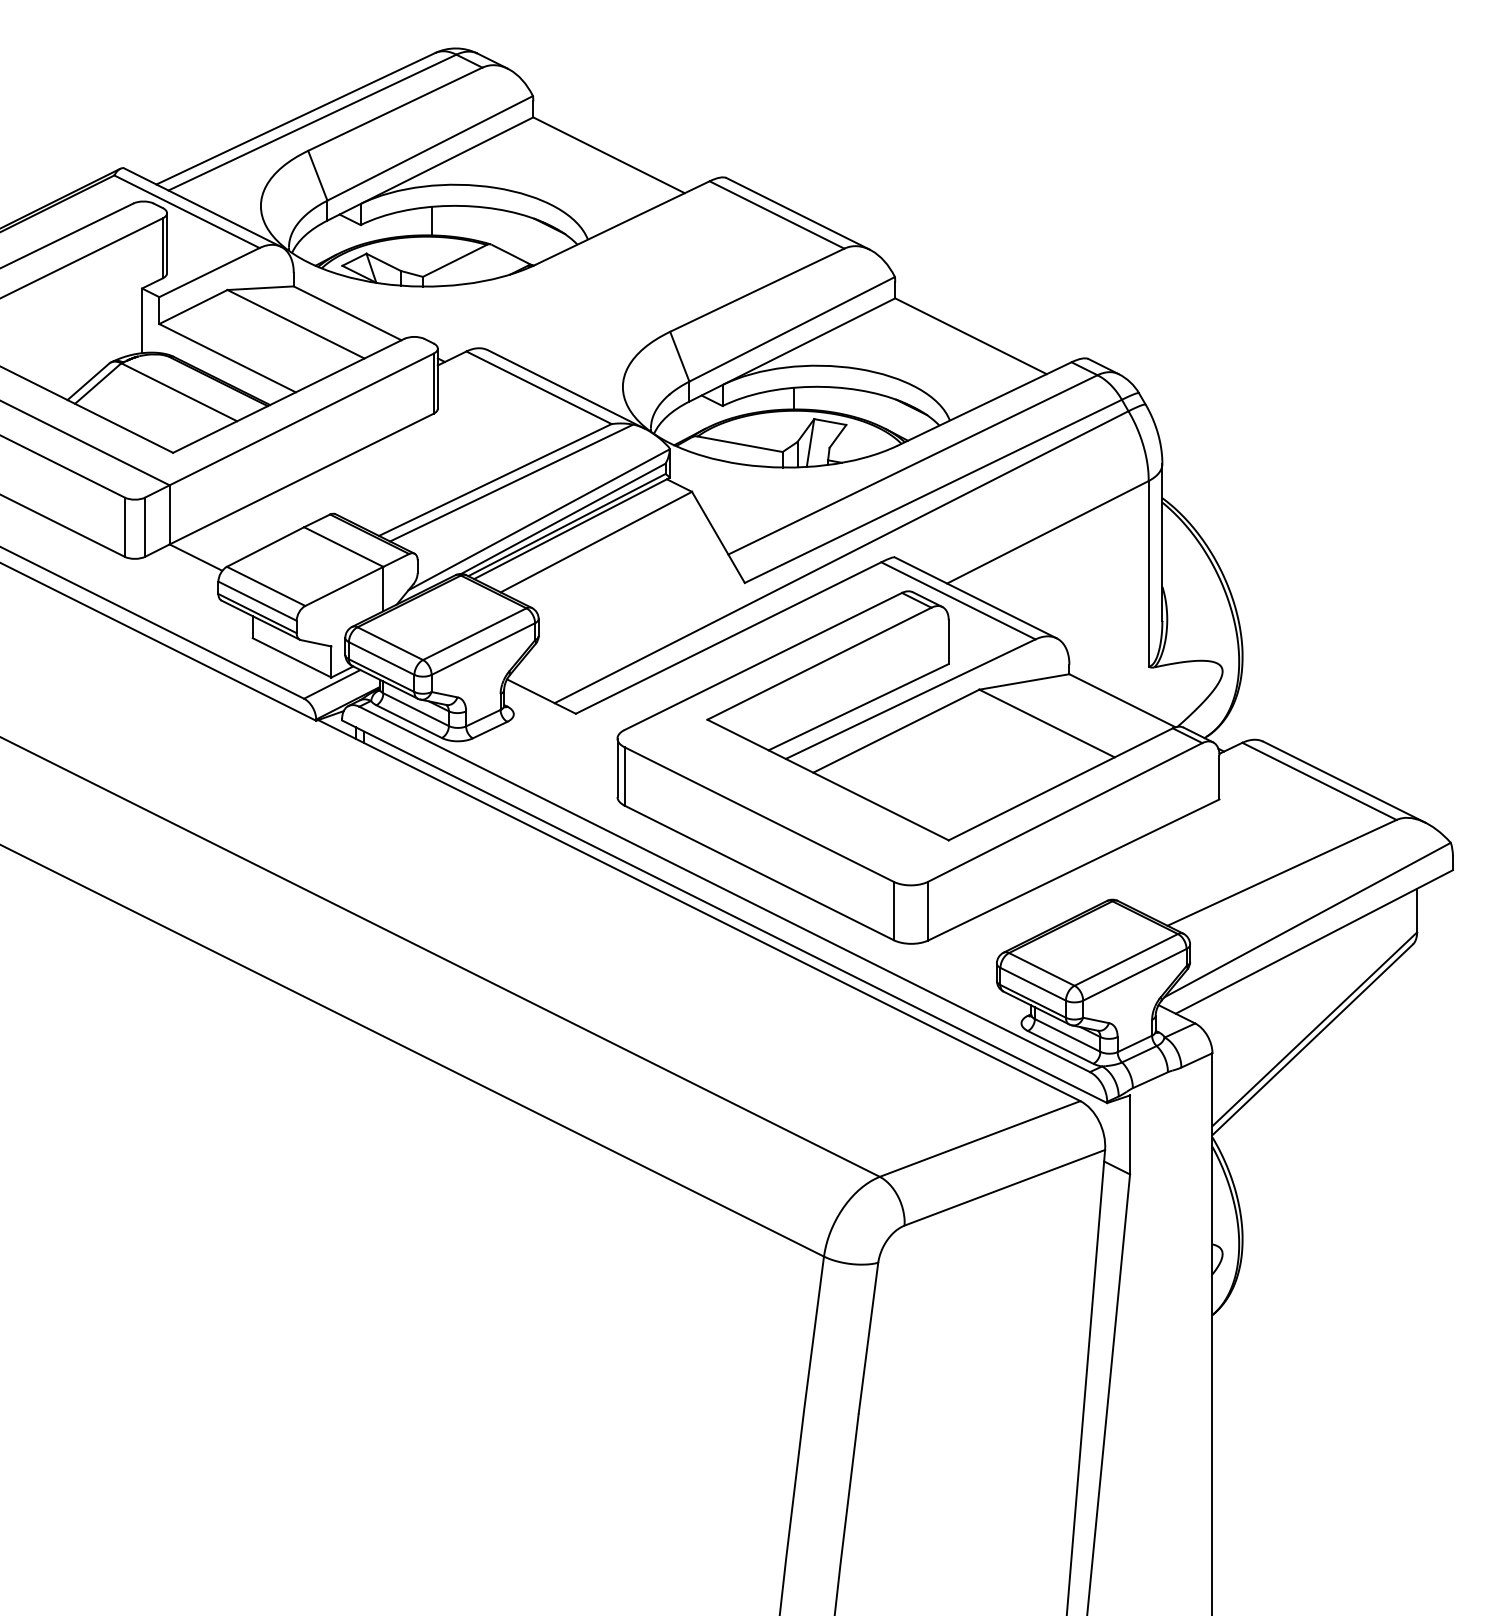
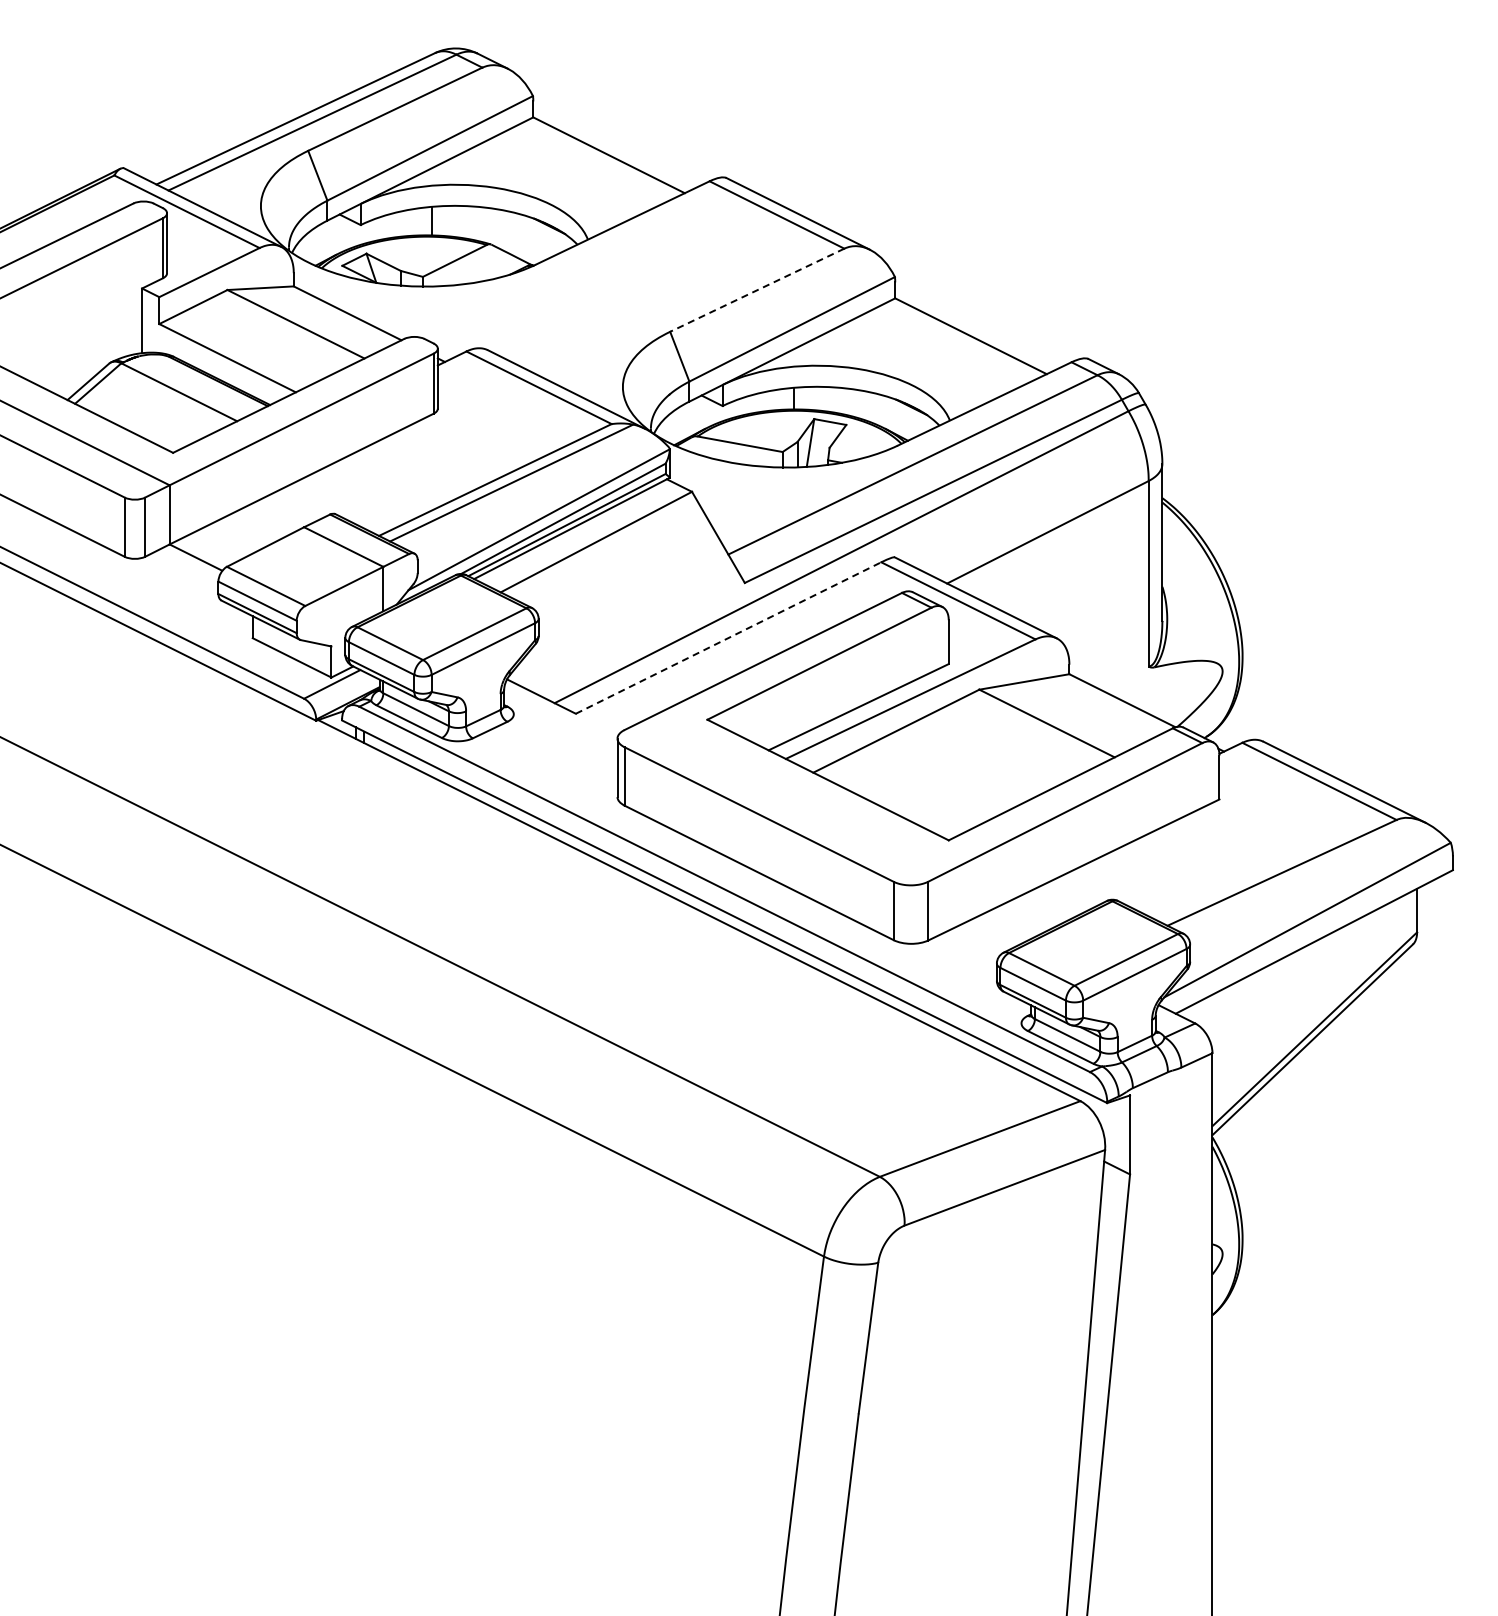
line at (757, 290): solid -> dashed
line at (729, 637): solid -> dashed
